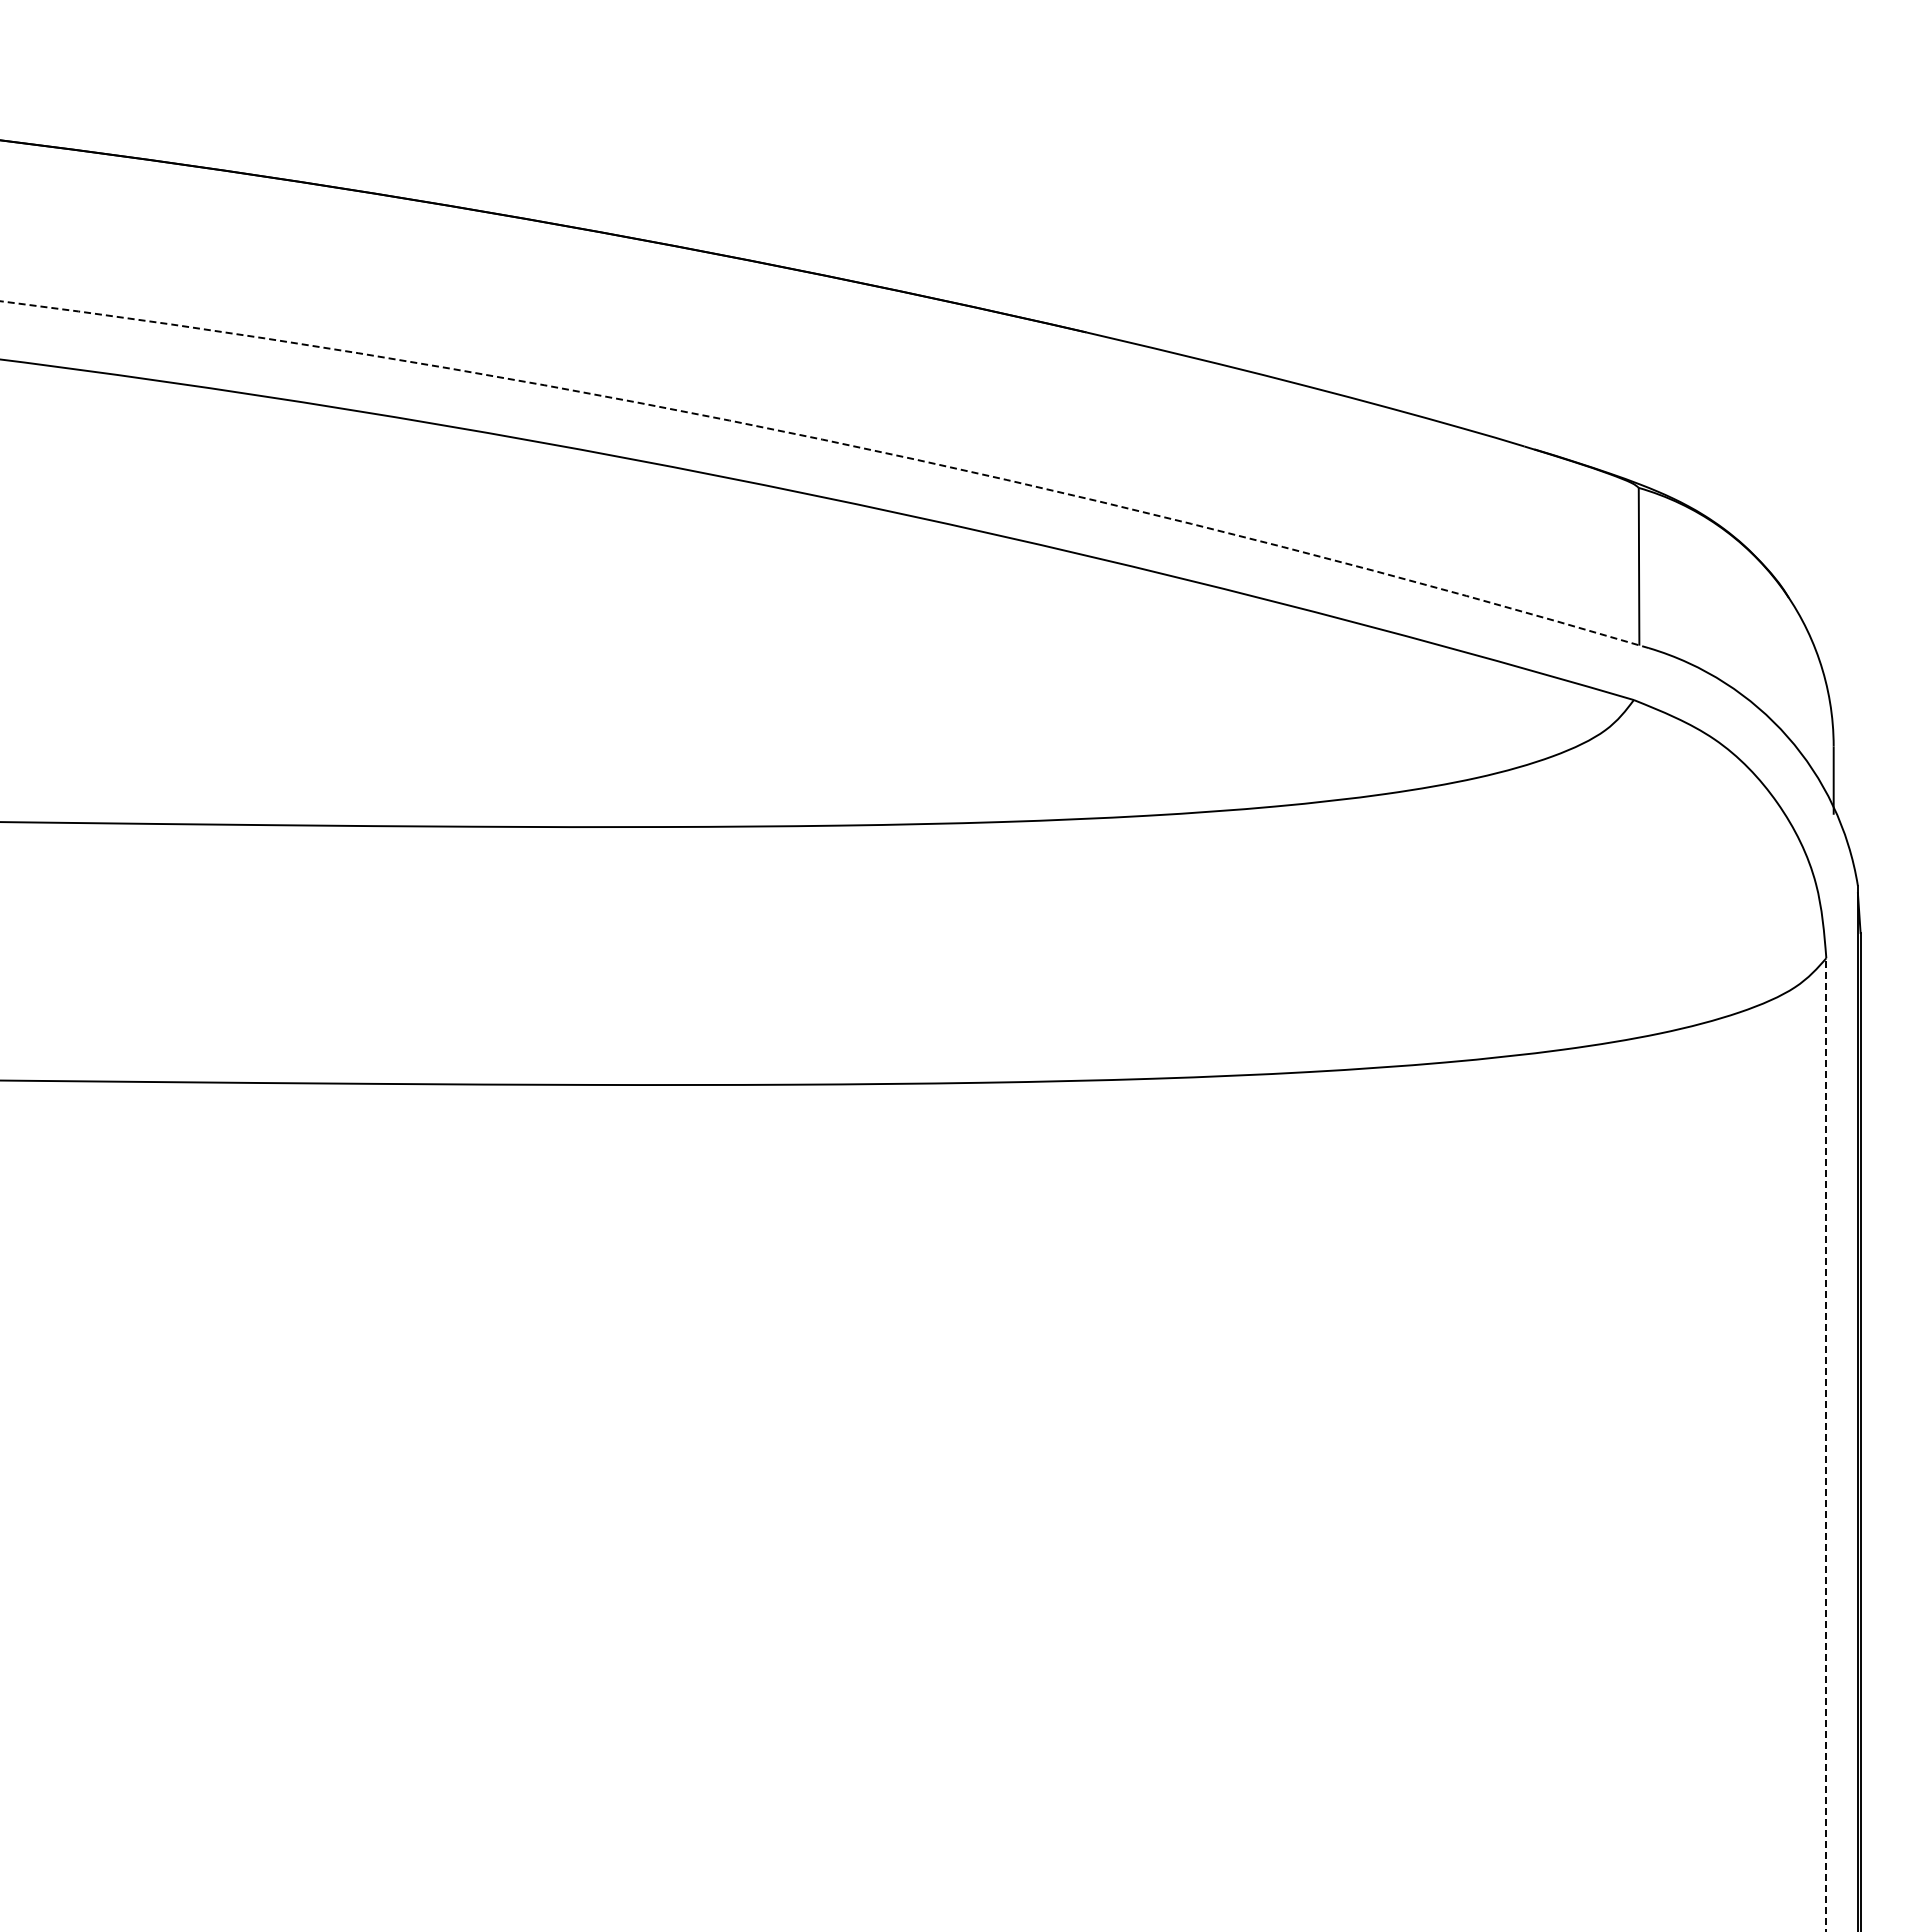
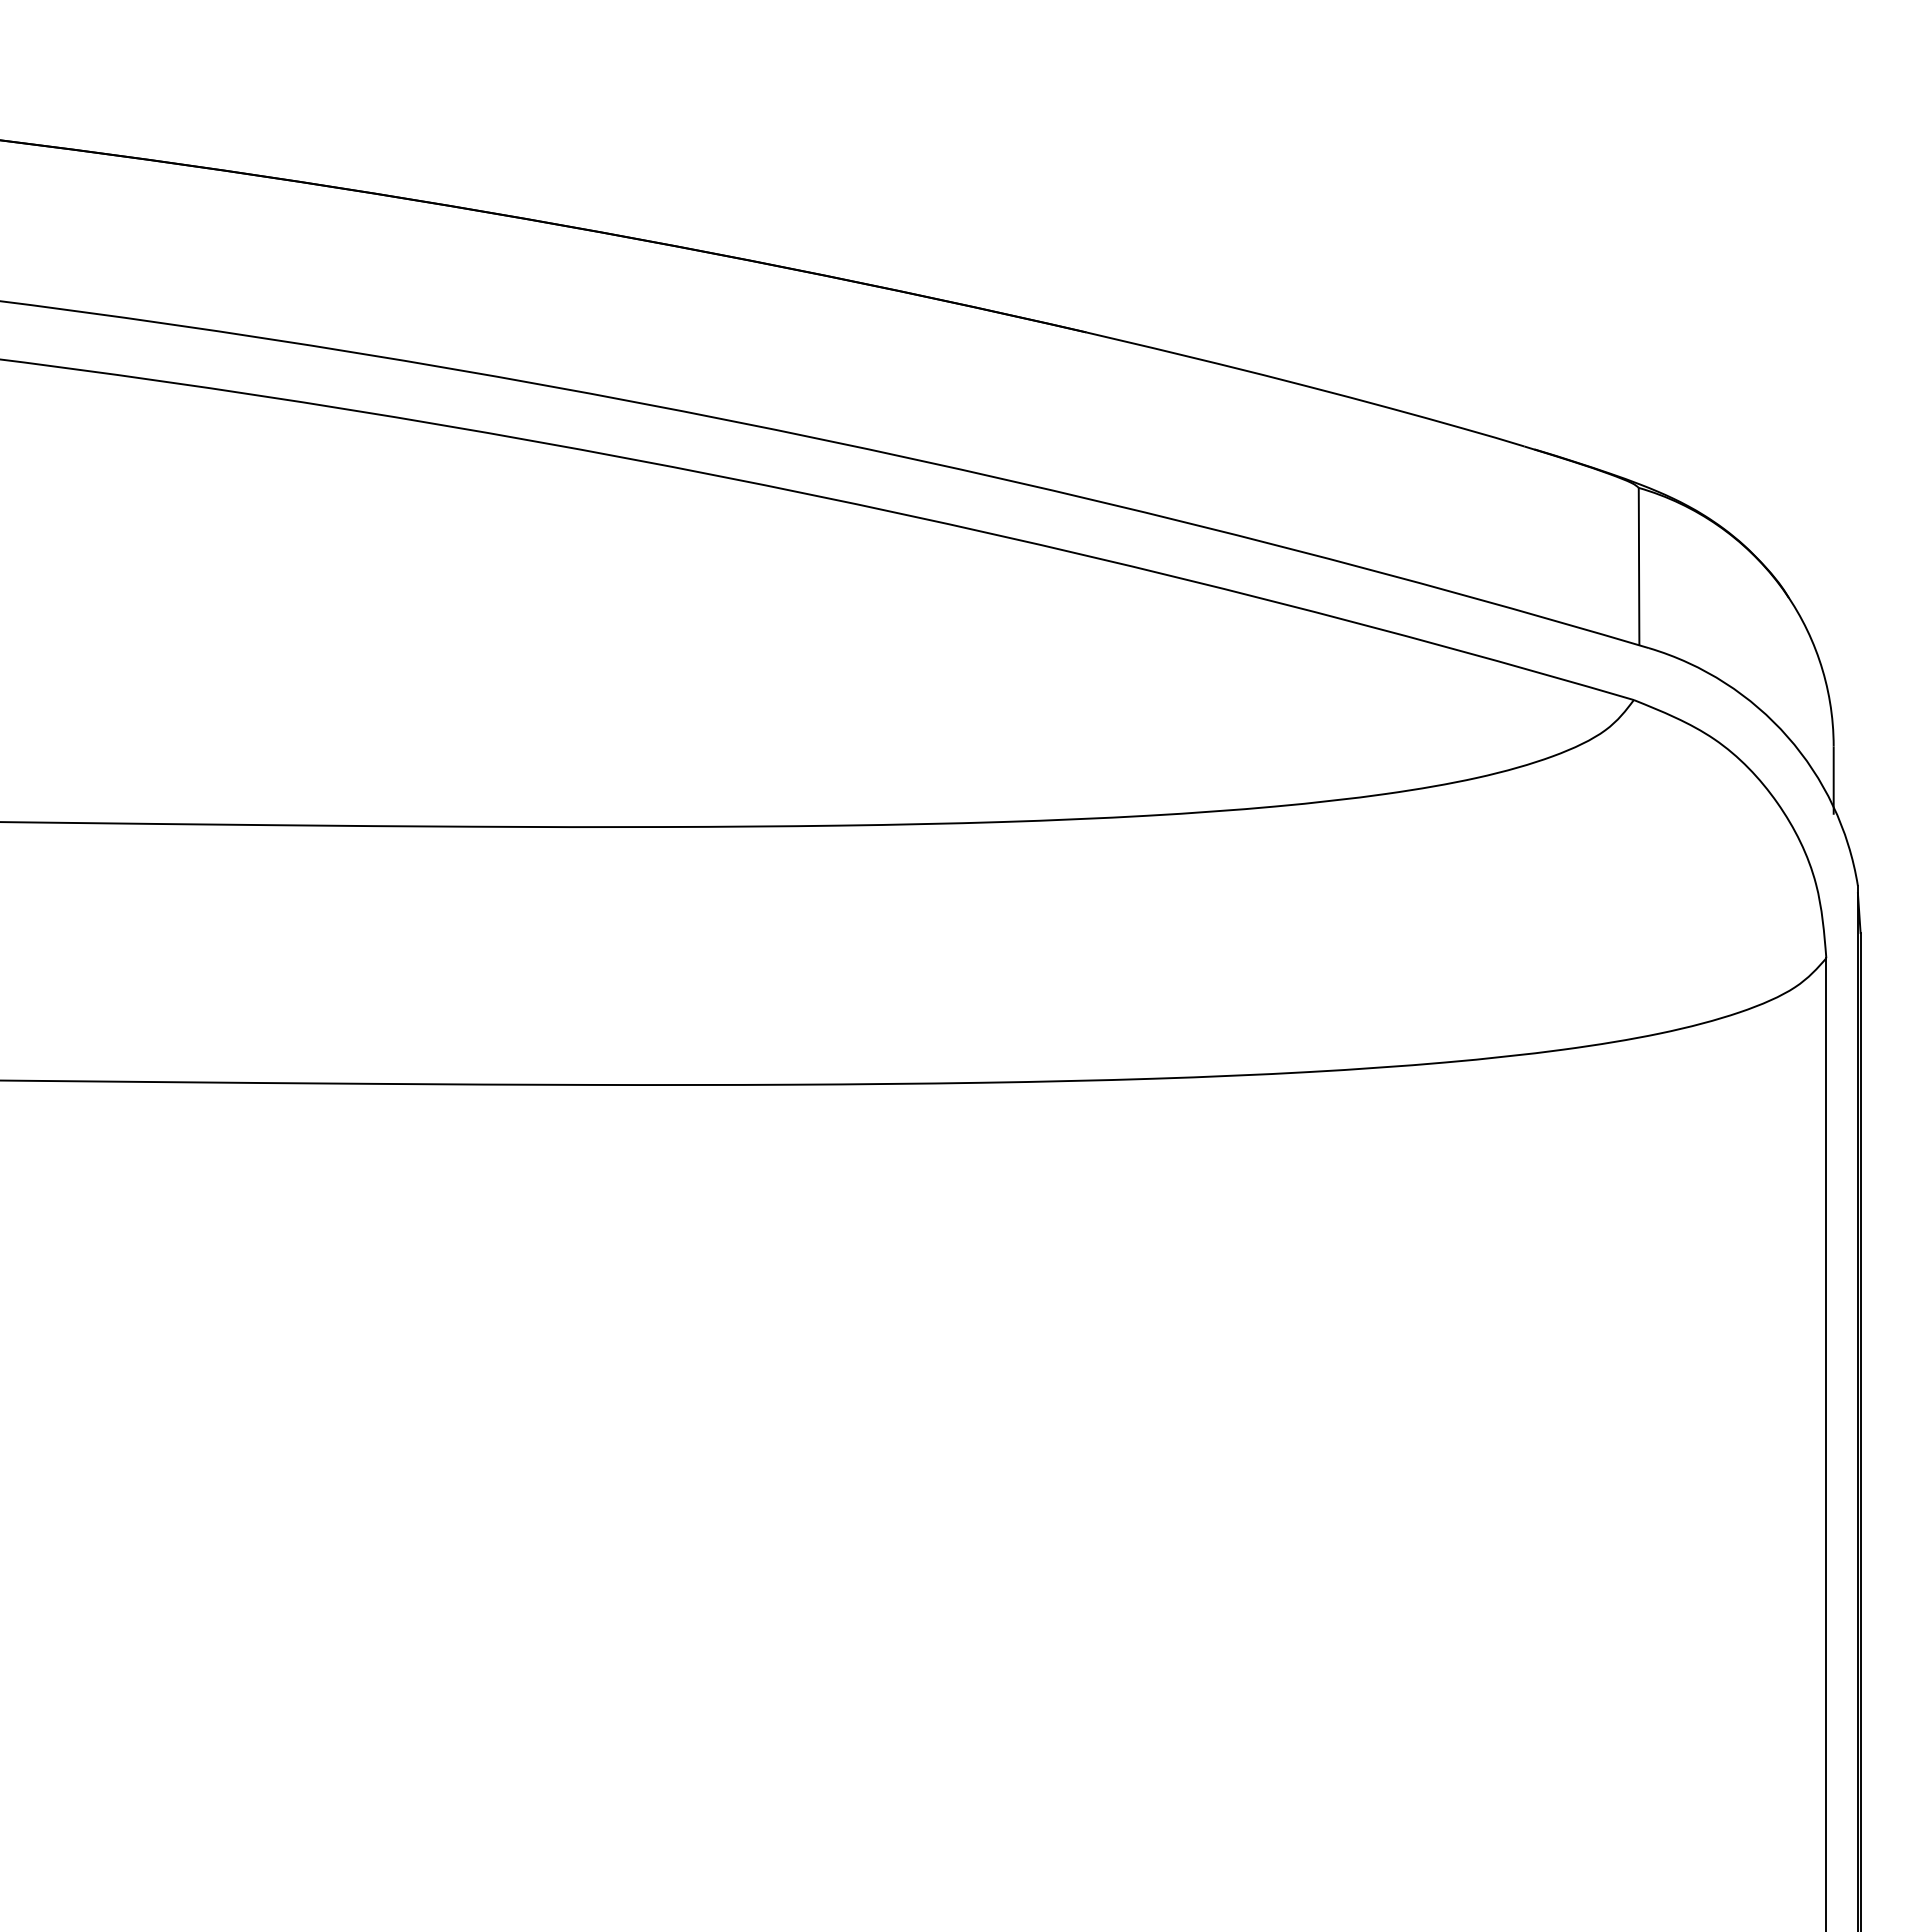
arc at (829, 441): dashed -> solid
line at (1826, 1445): dashed -> solid
